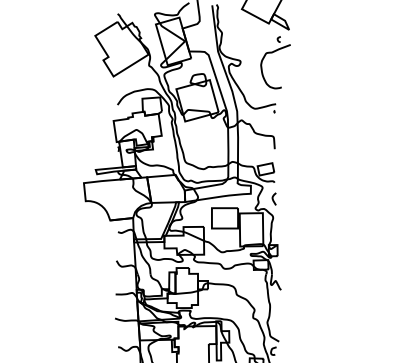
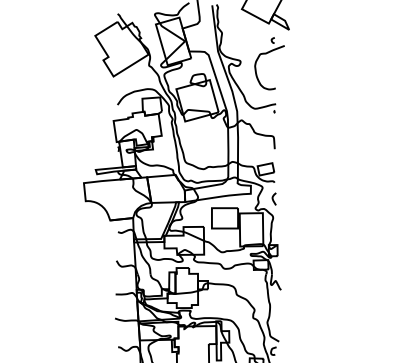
part at (272, 53) position: (272, 53) -> (266, 54)
